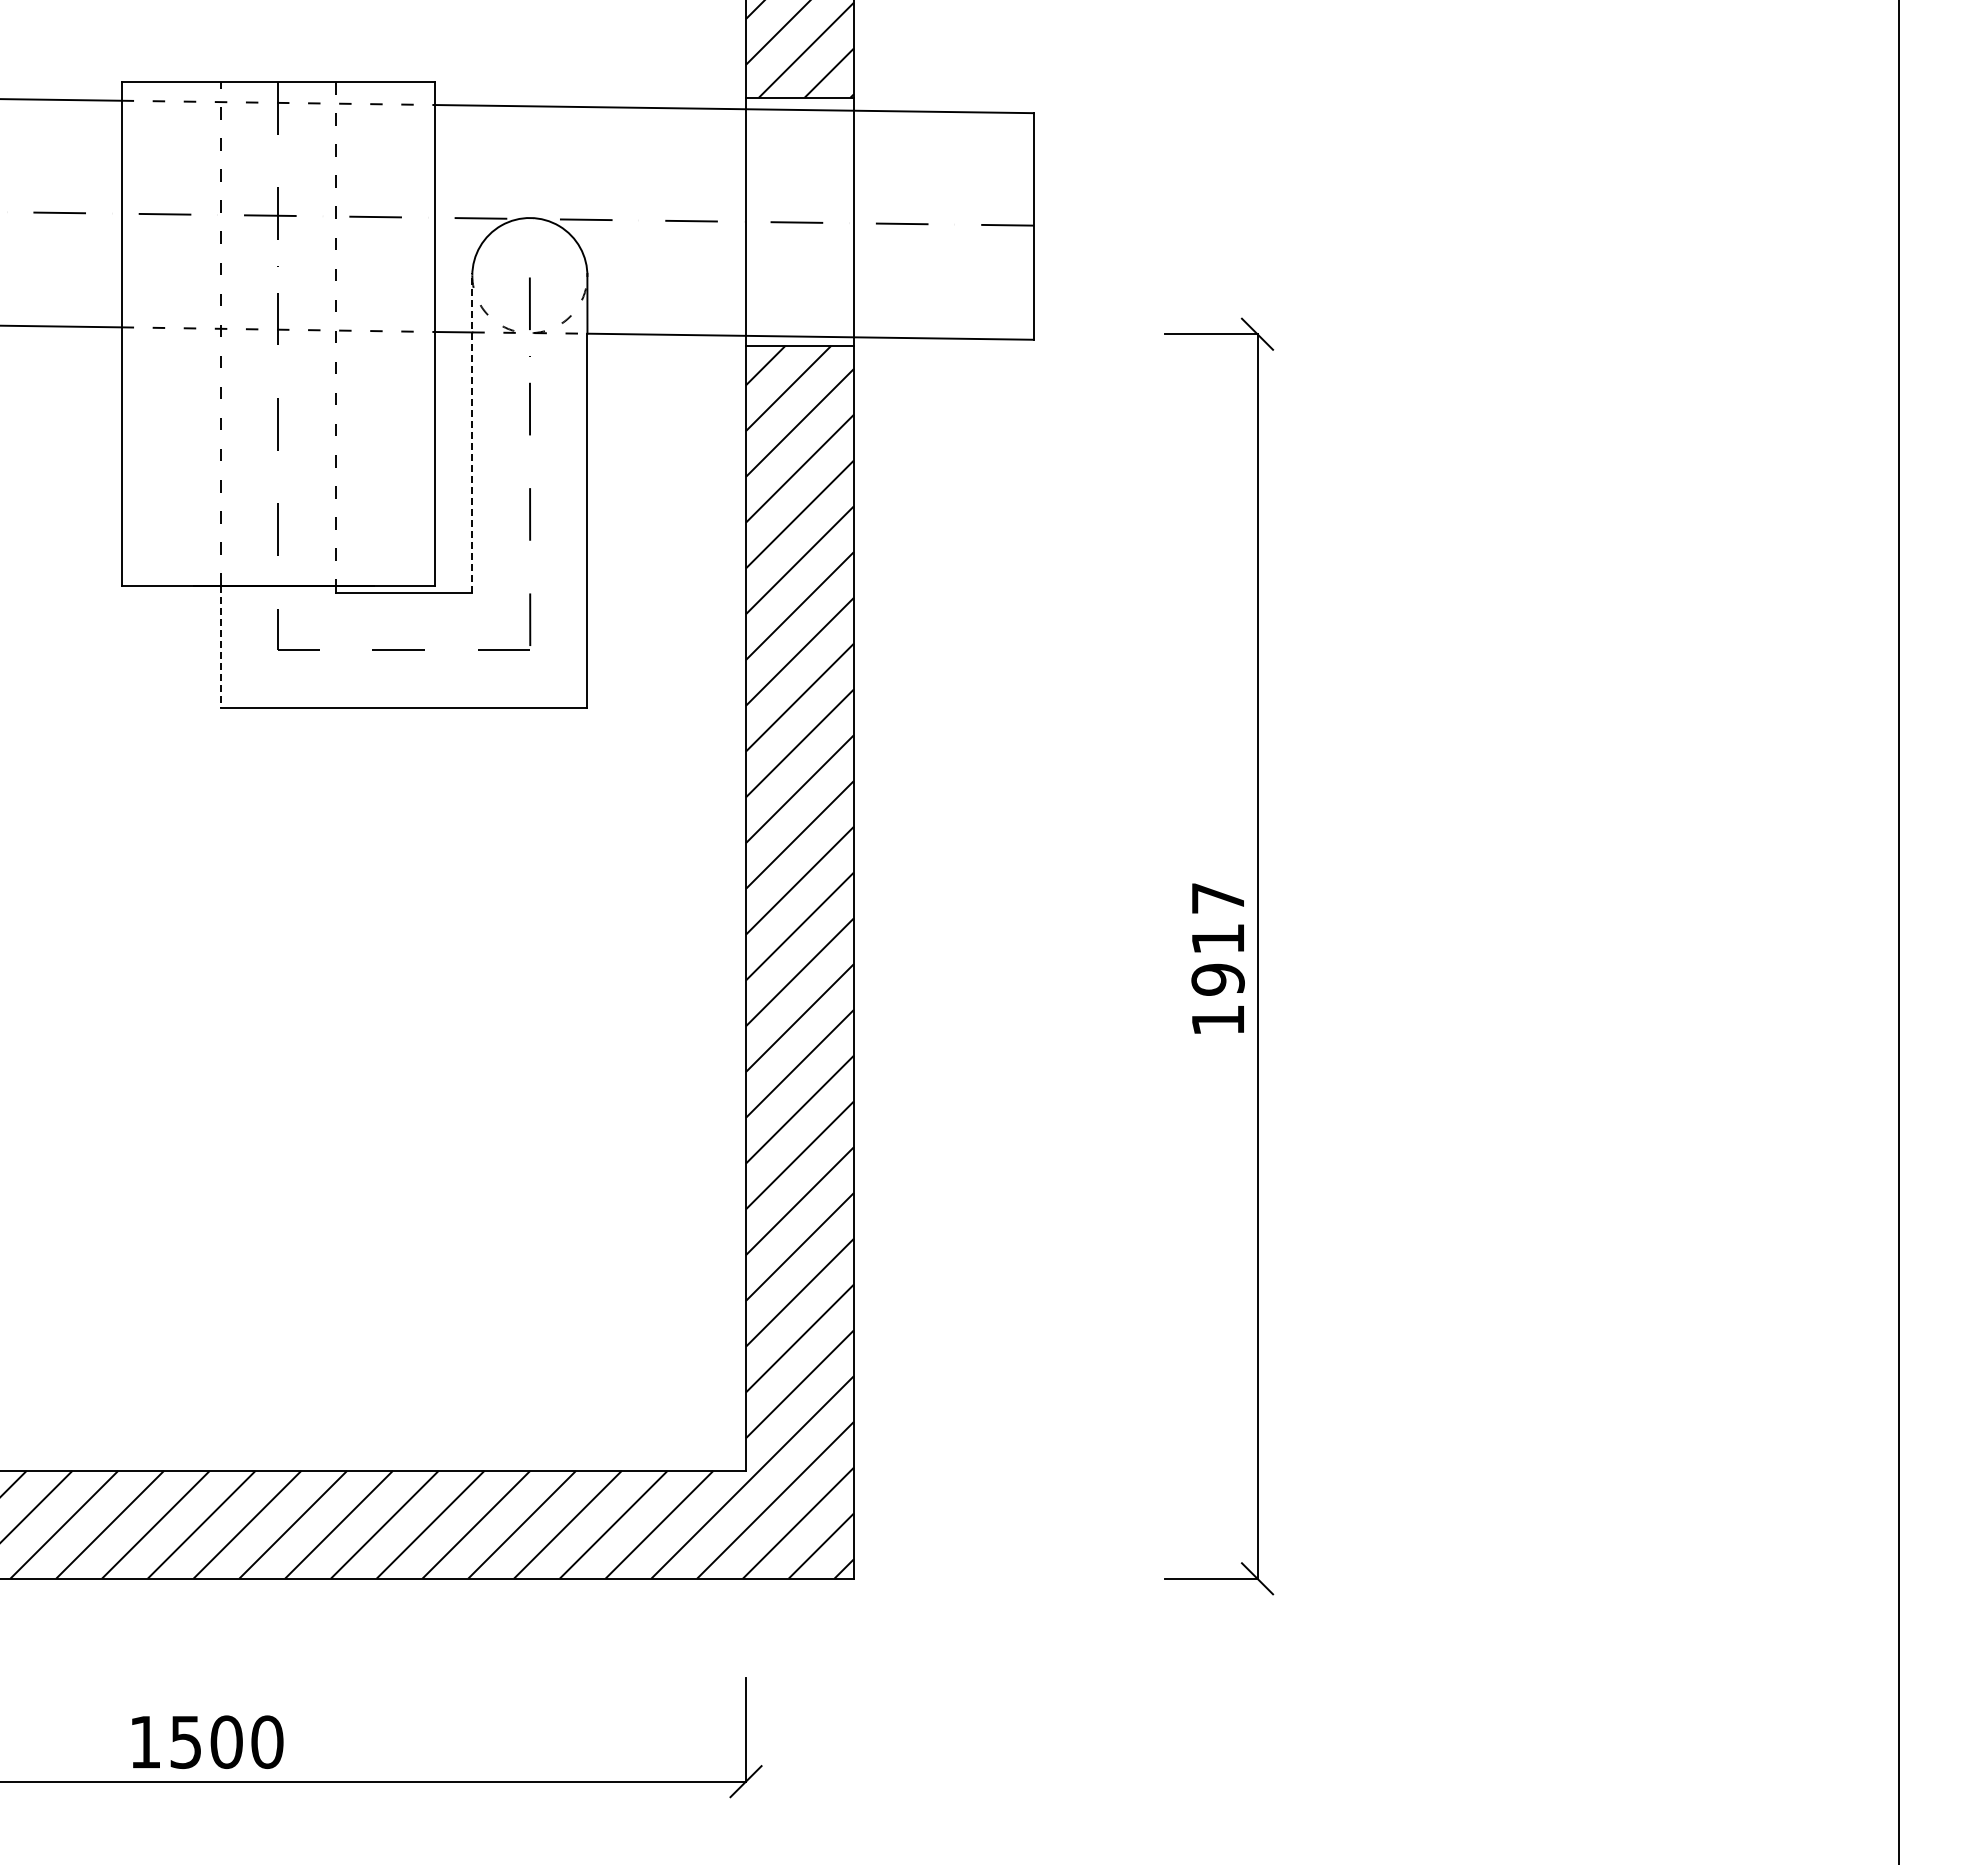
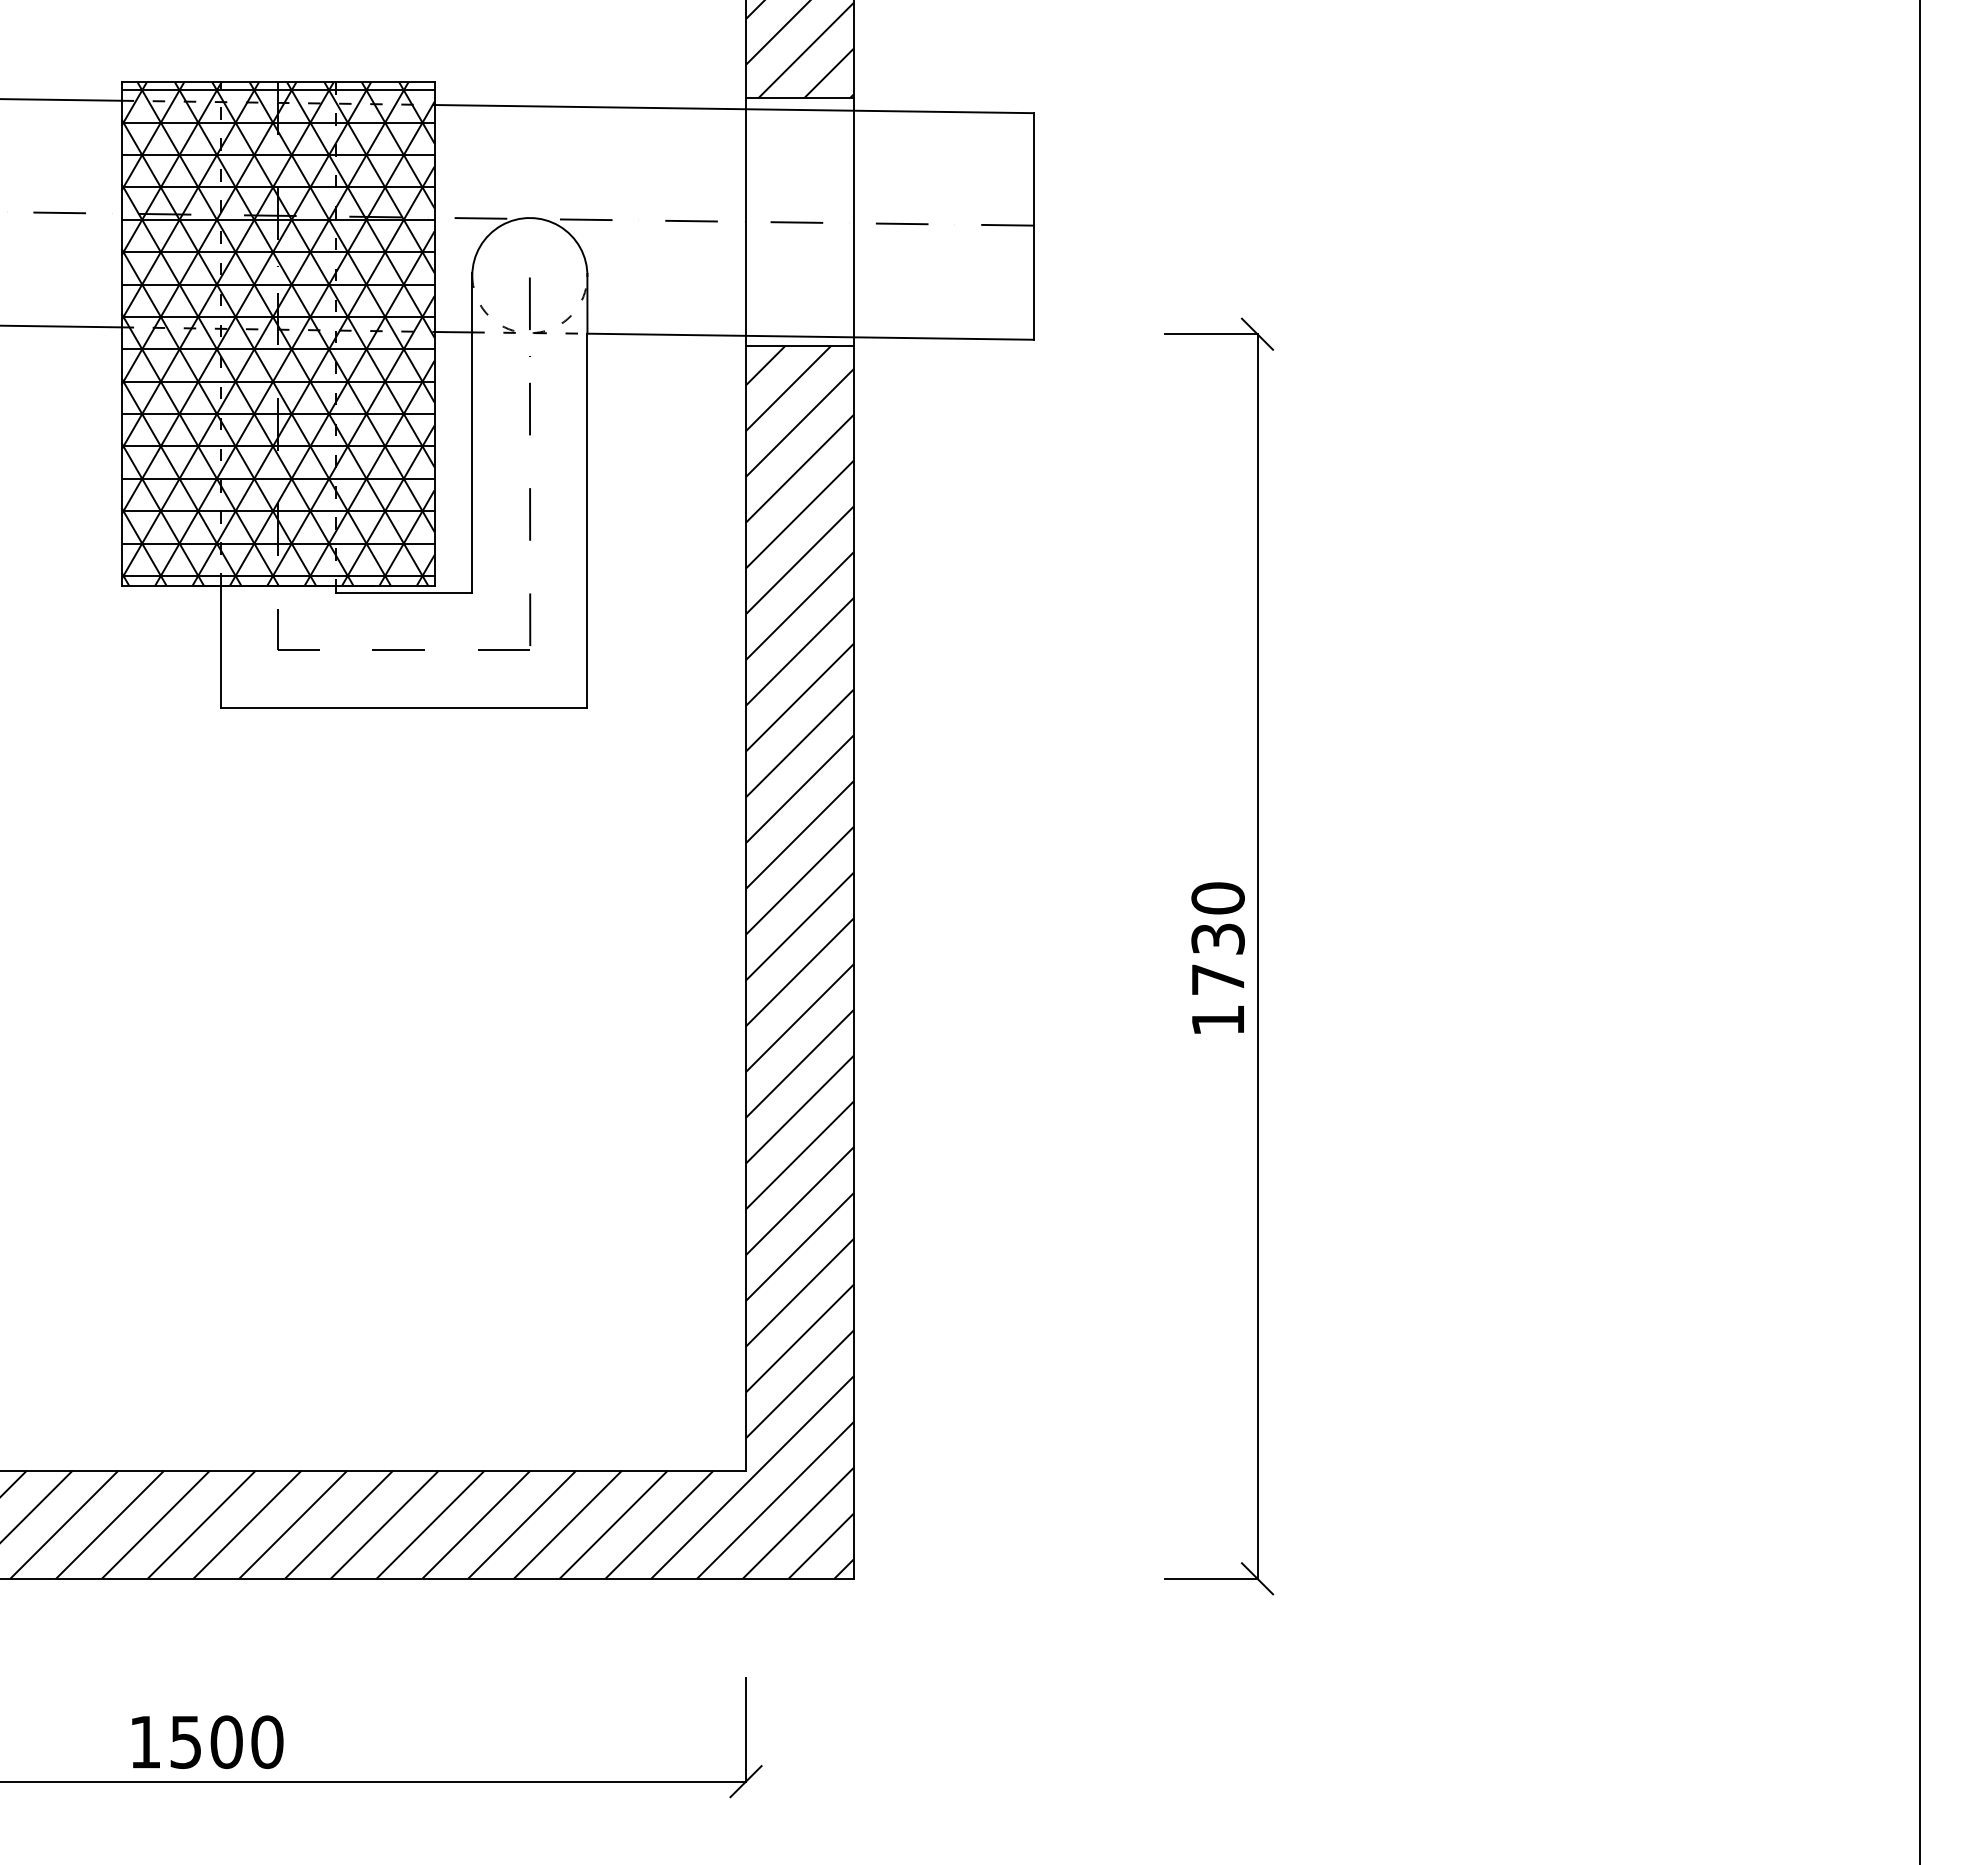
hatch at (277, 333): none -> present
line at (472, 433): dashed -> solid
line at (220, 647): dashed -> solid
line at (1898, 931) position: (1898, 931) -> (1919, 931)
text at (1217, 938): 1917 -> 1730
